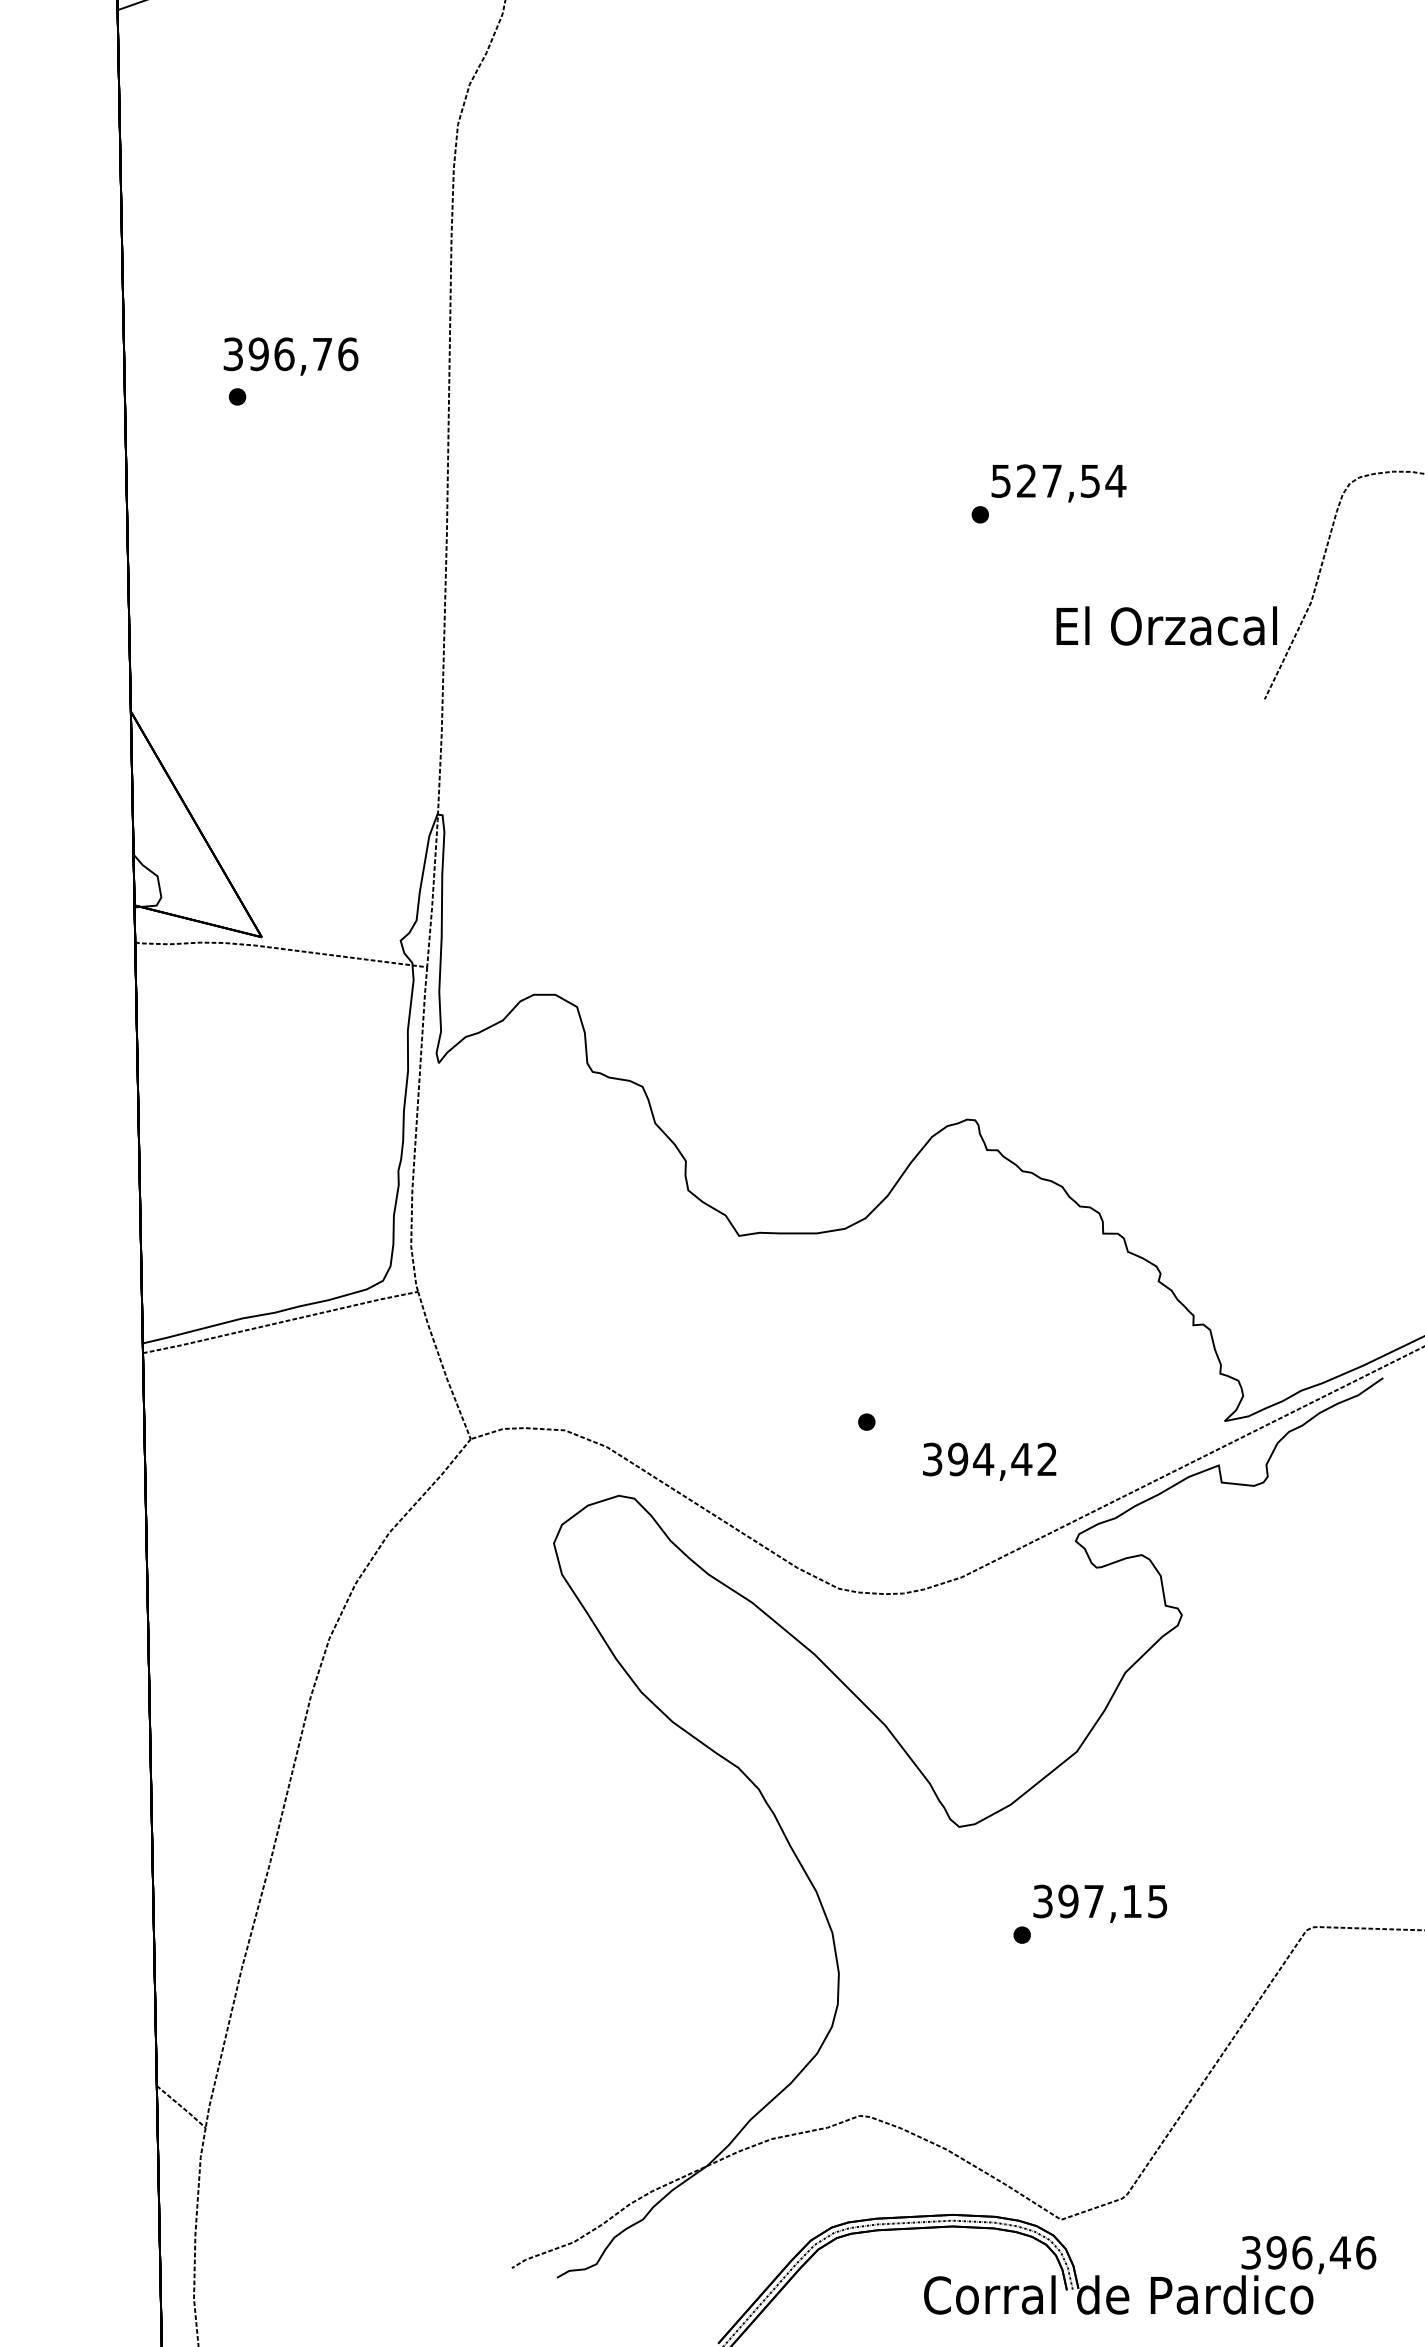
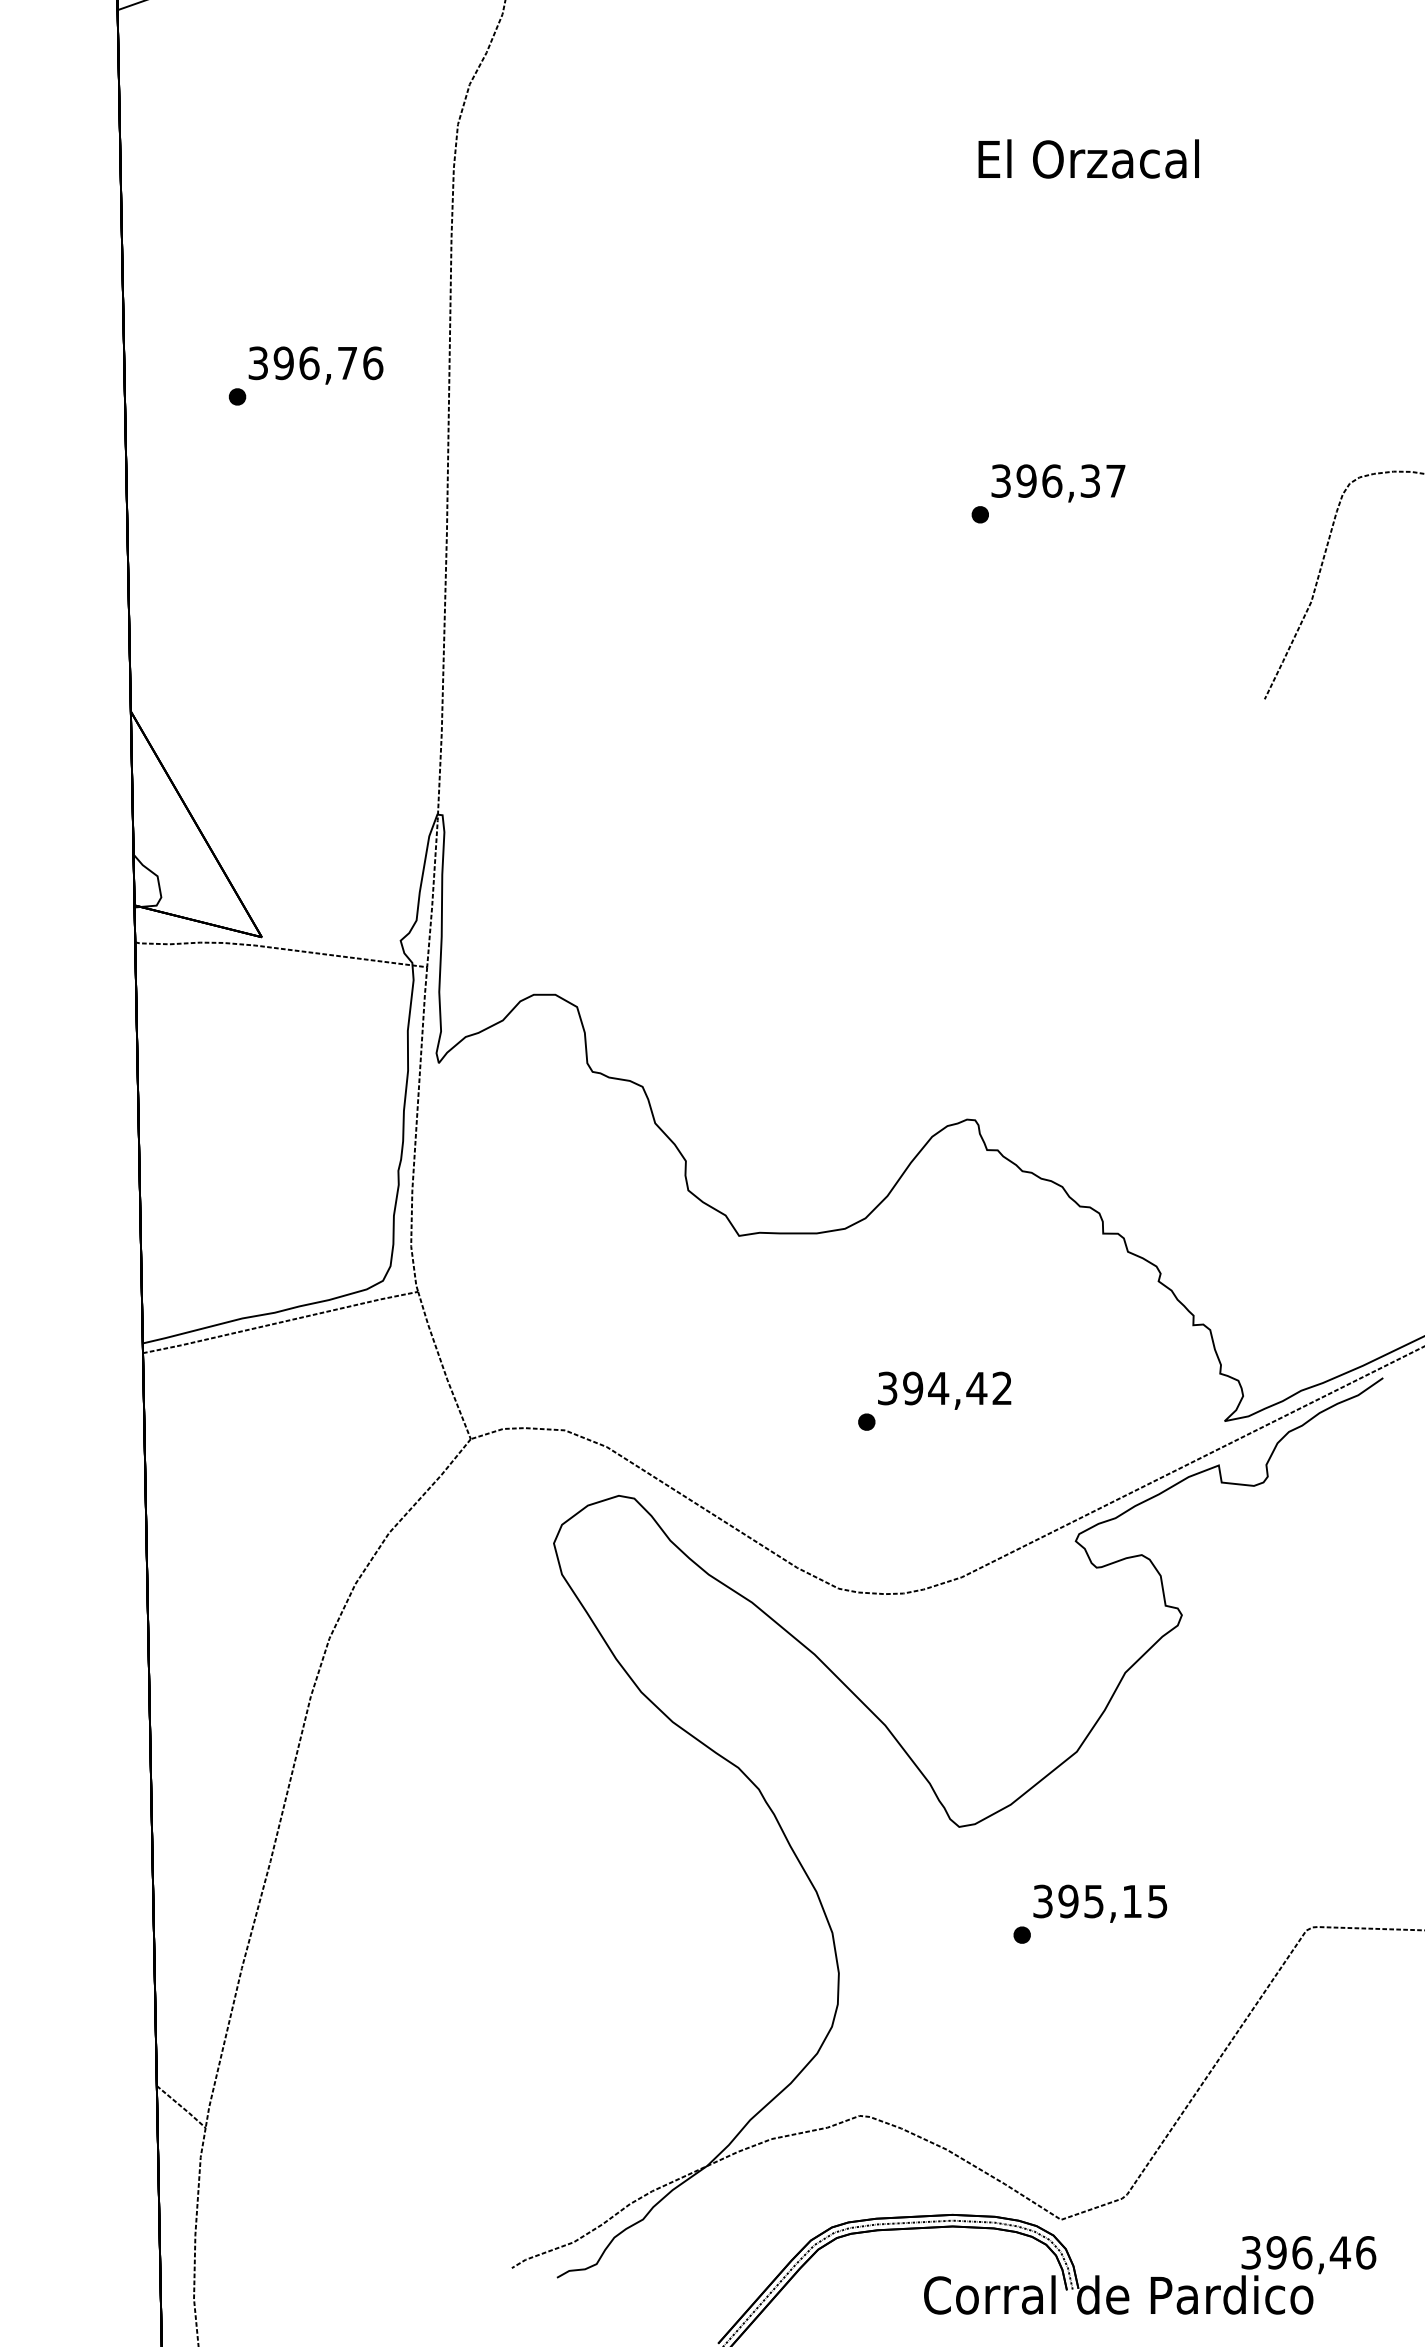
text at (290, 356) position: (290, 356) -> (315, 365)
text at (1059, 480): 527,54 -> 396,37
text at (1166, 625) position: (1166, 625) -> (1088, 158)
text at (989, 1461) position: (989, 1461) -> (944, 1390)
text at (1093, 1901): 397,15 -> 395,15
